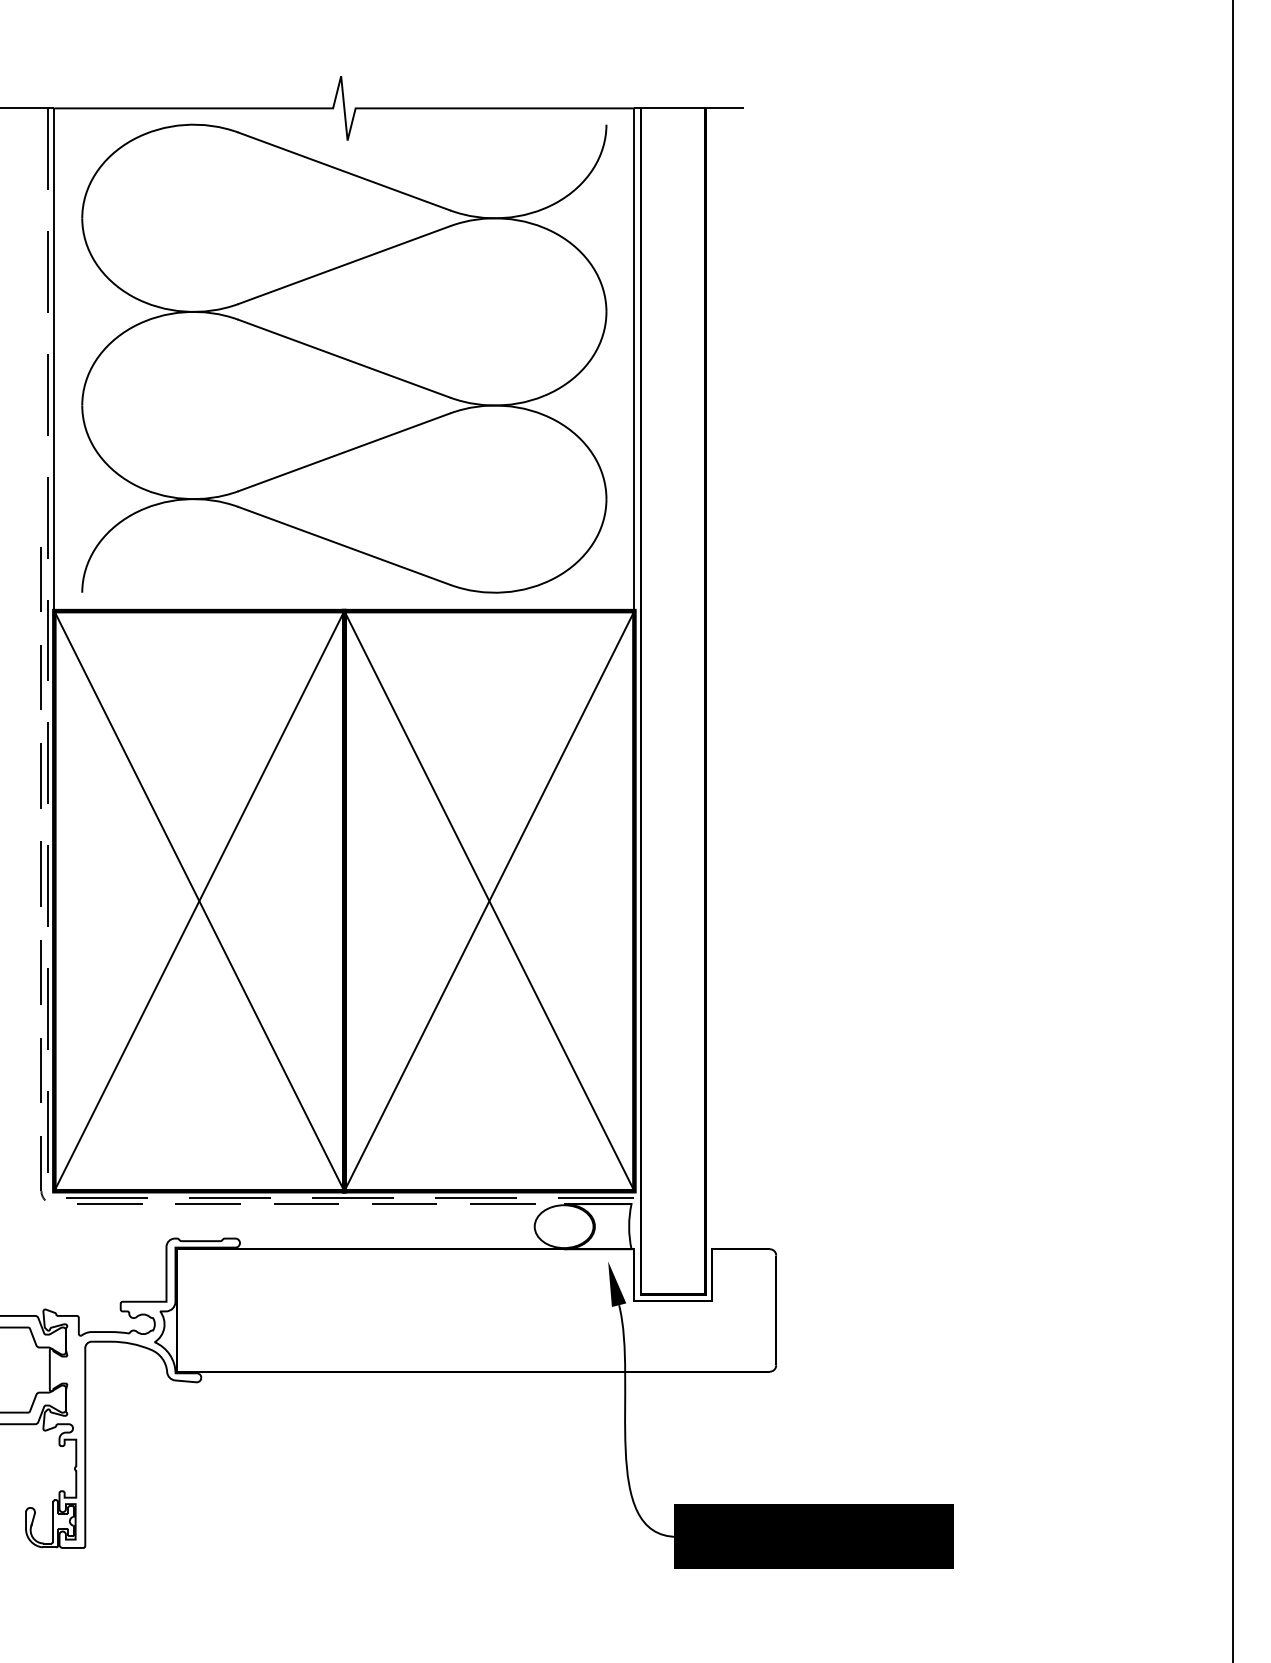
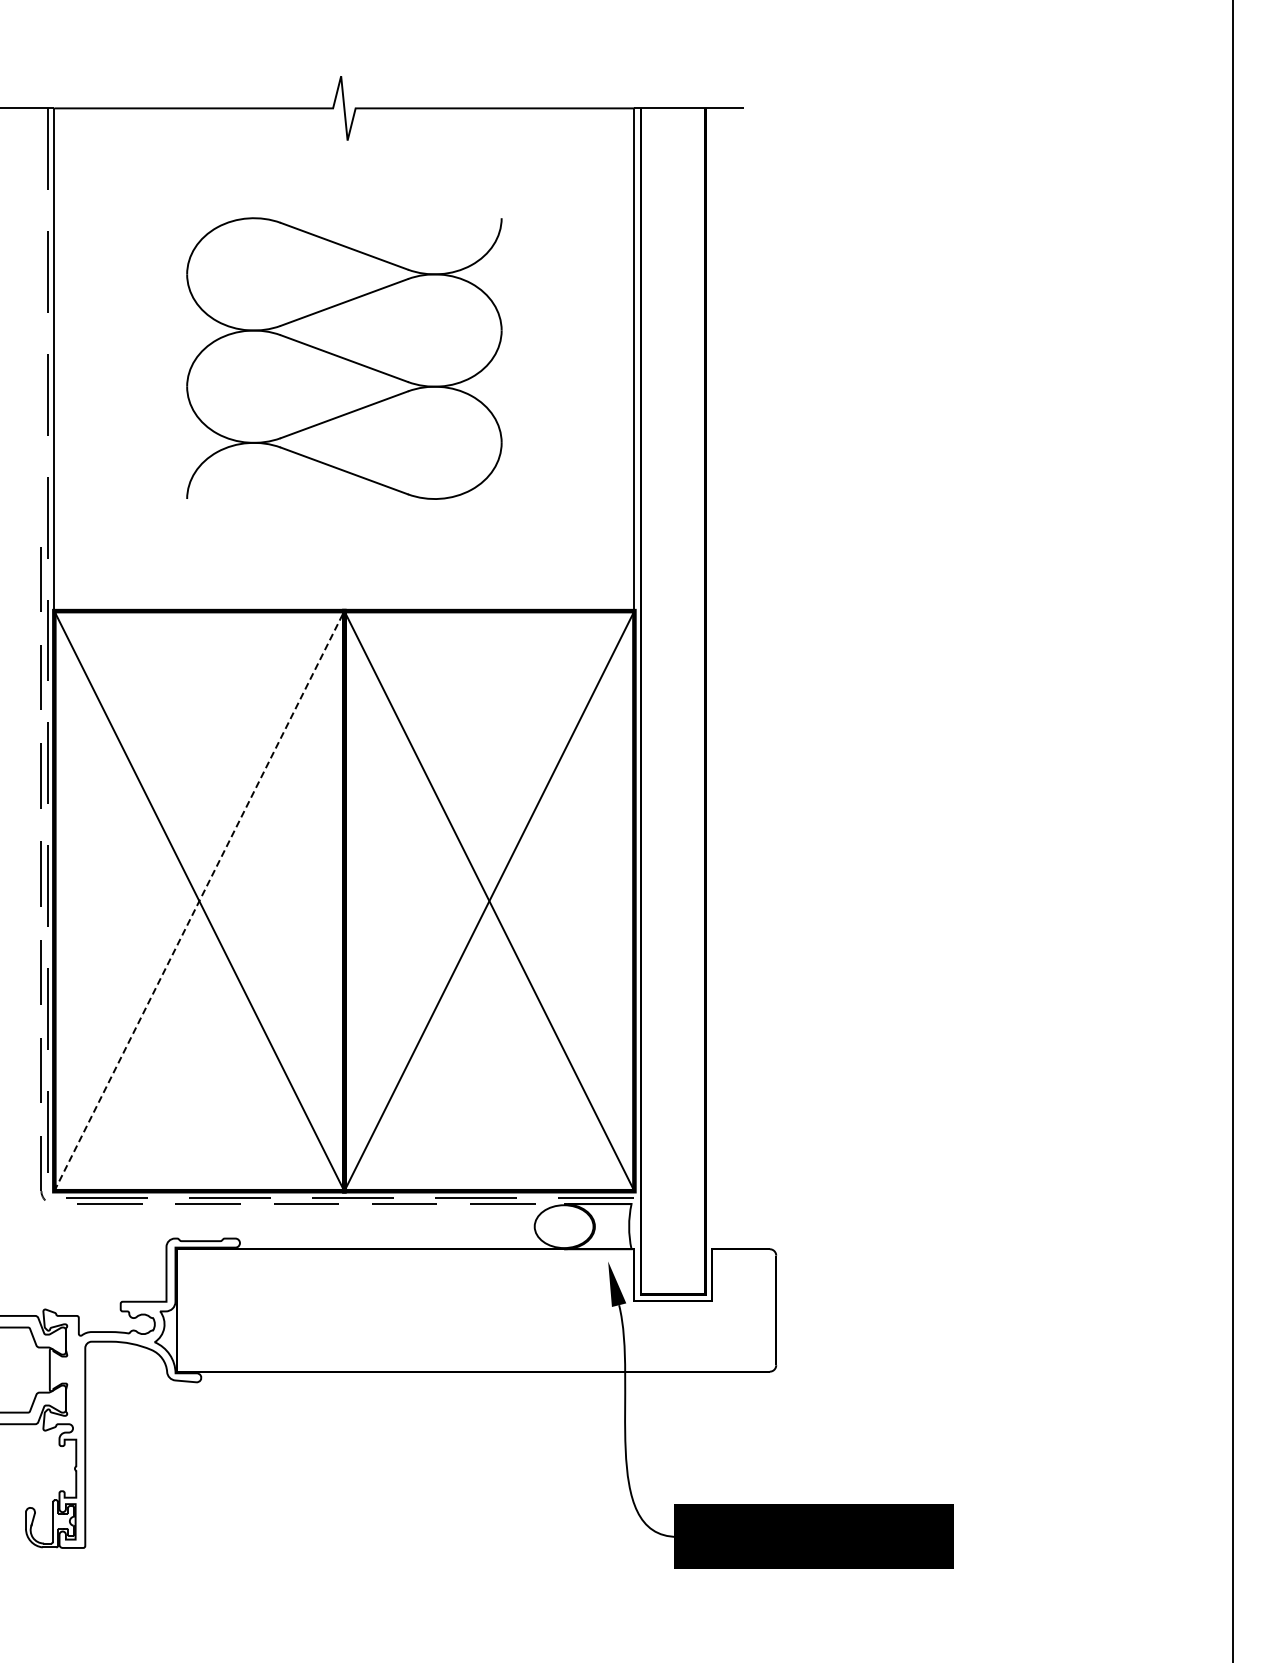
part at (344, 358) size: 527x471 px -> 317x283 px
line at (199, 900): solid -> dashed
